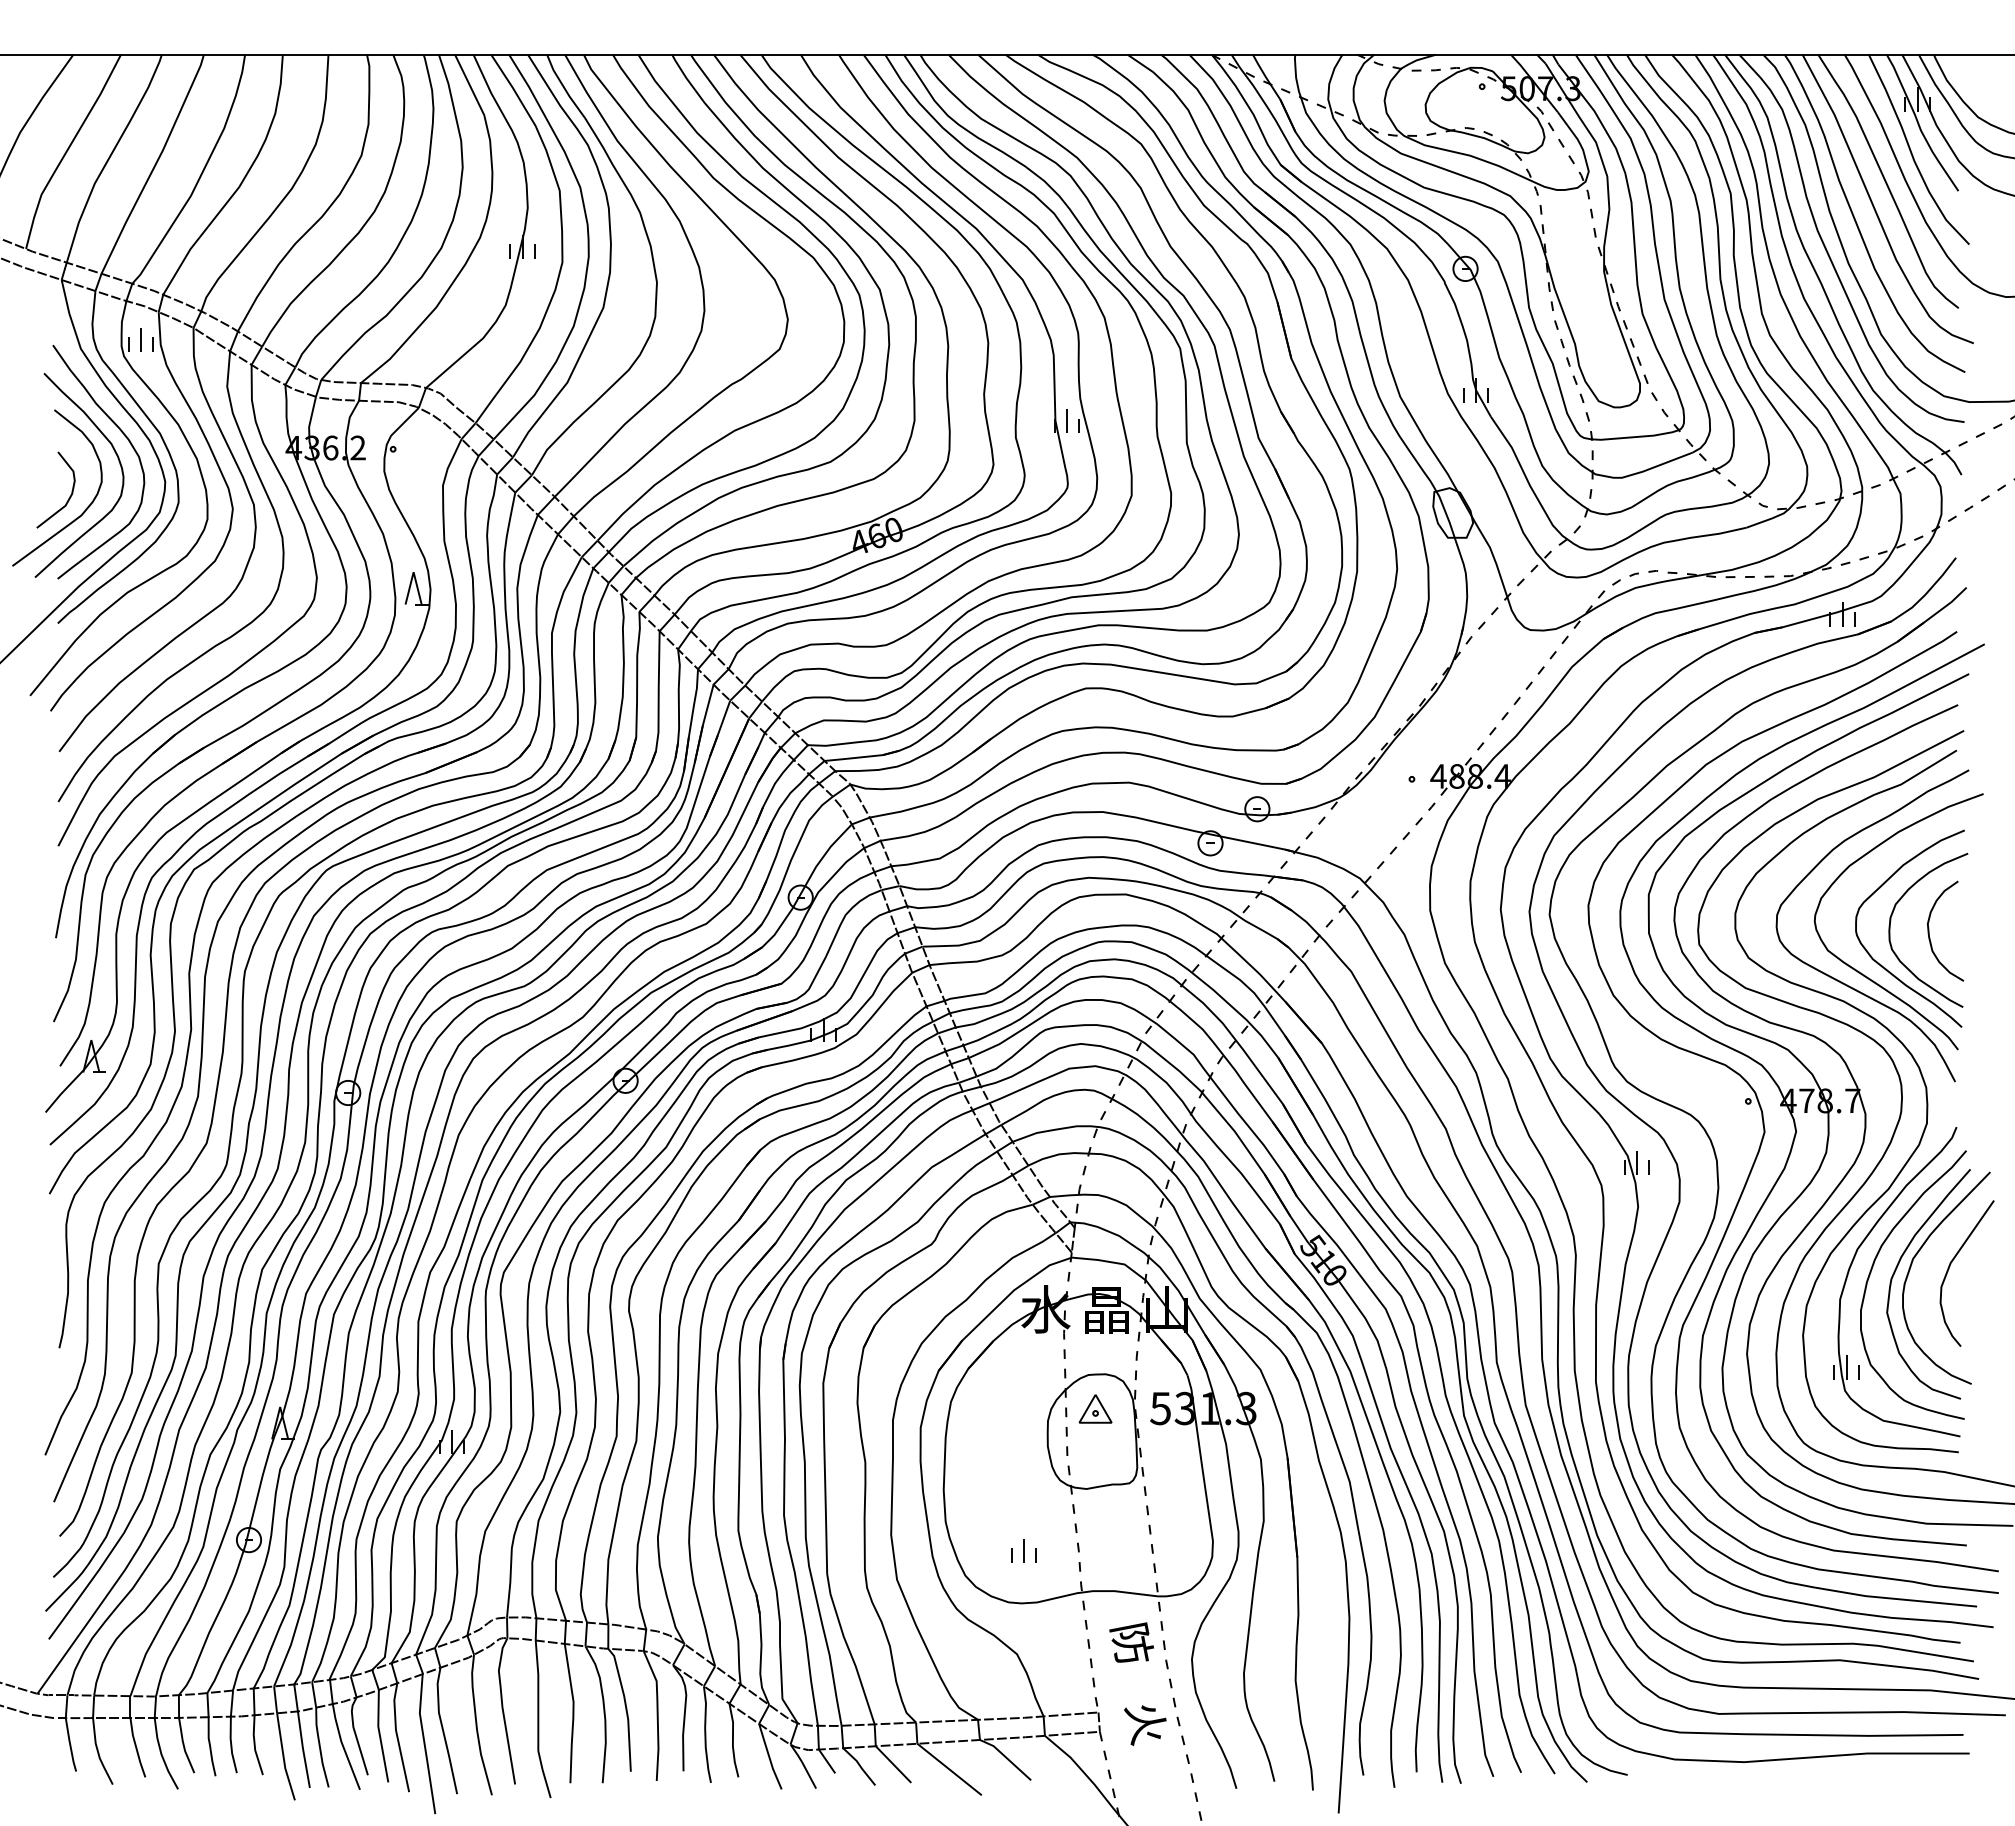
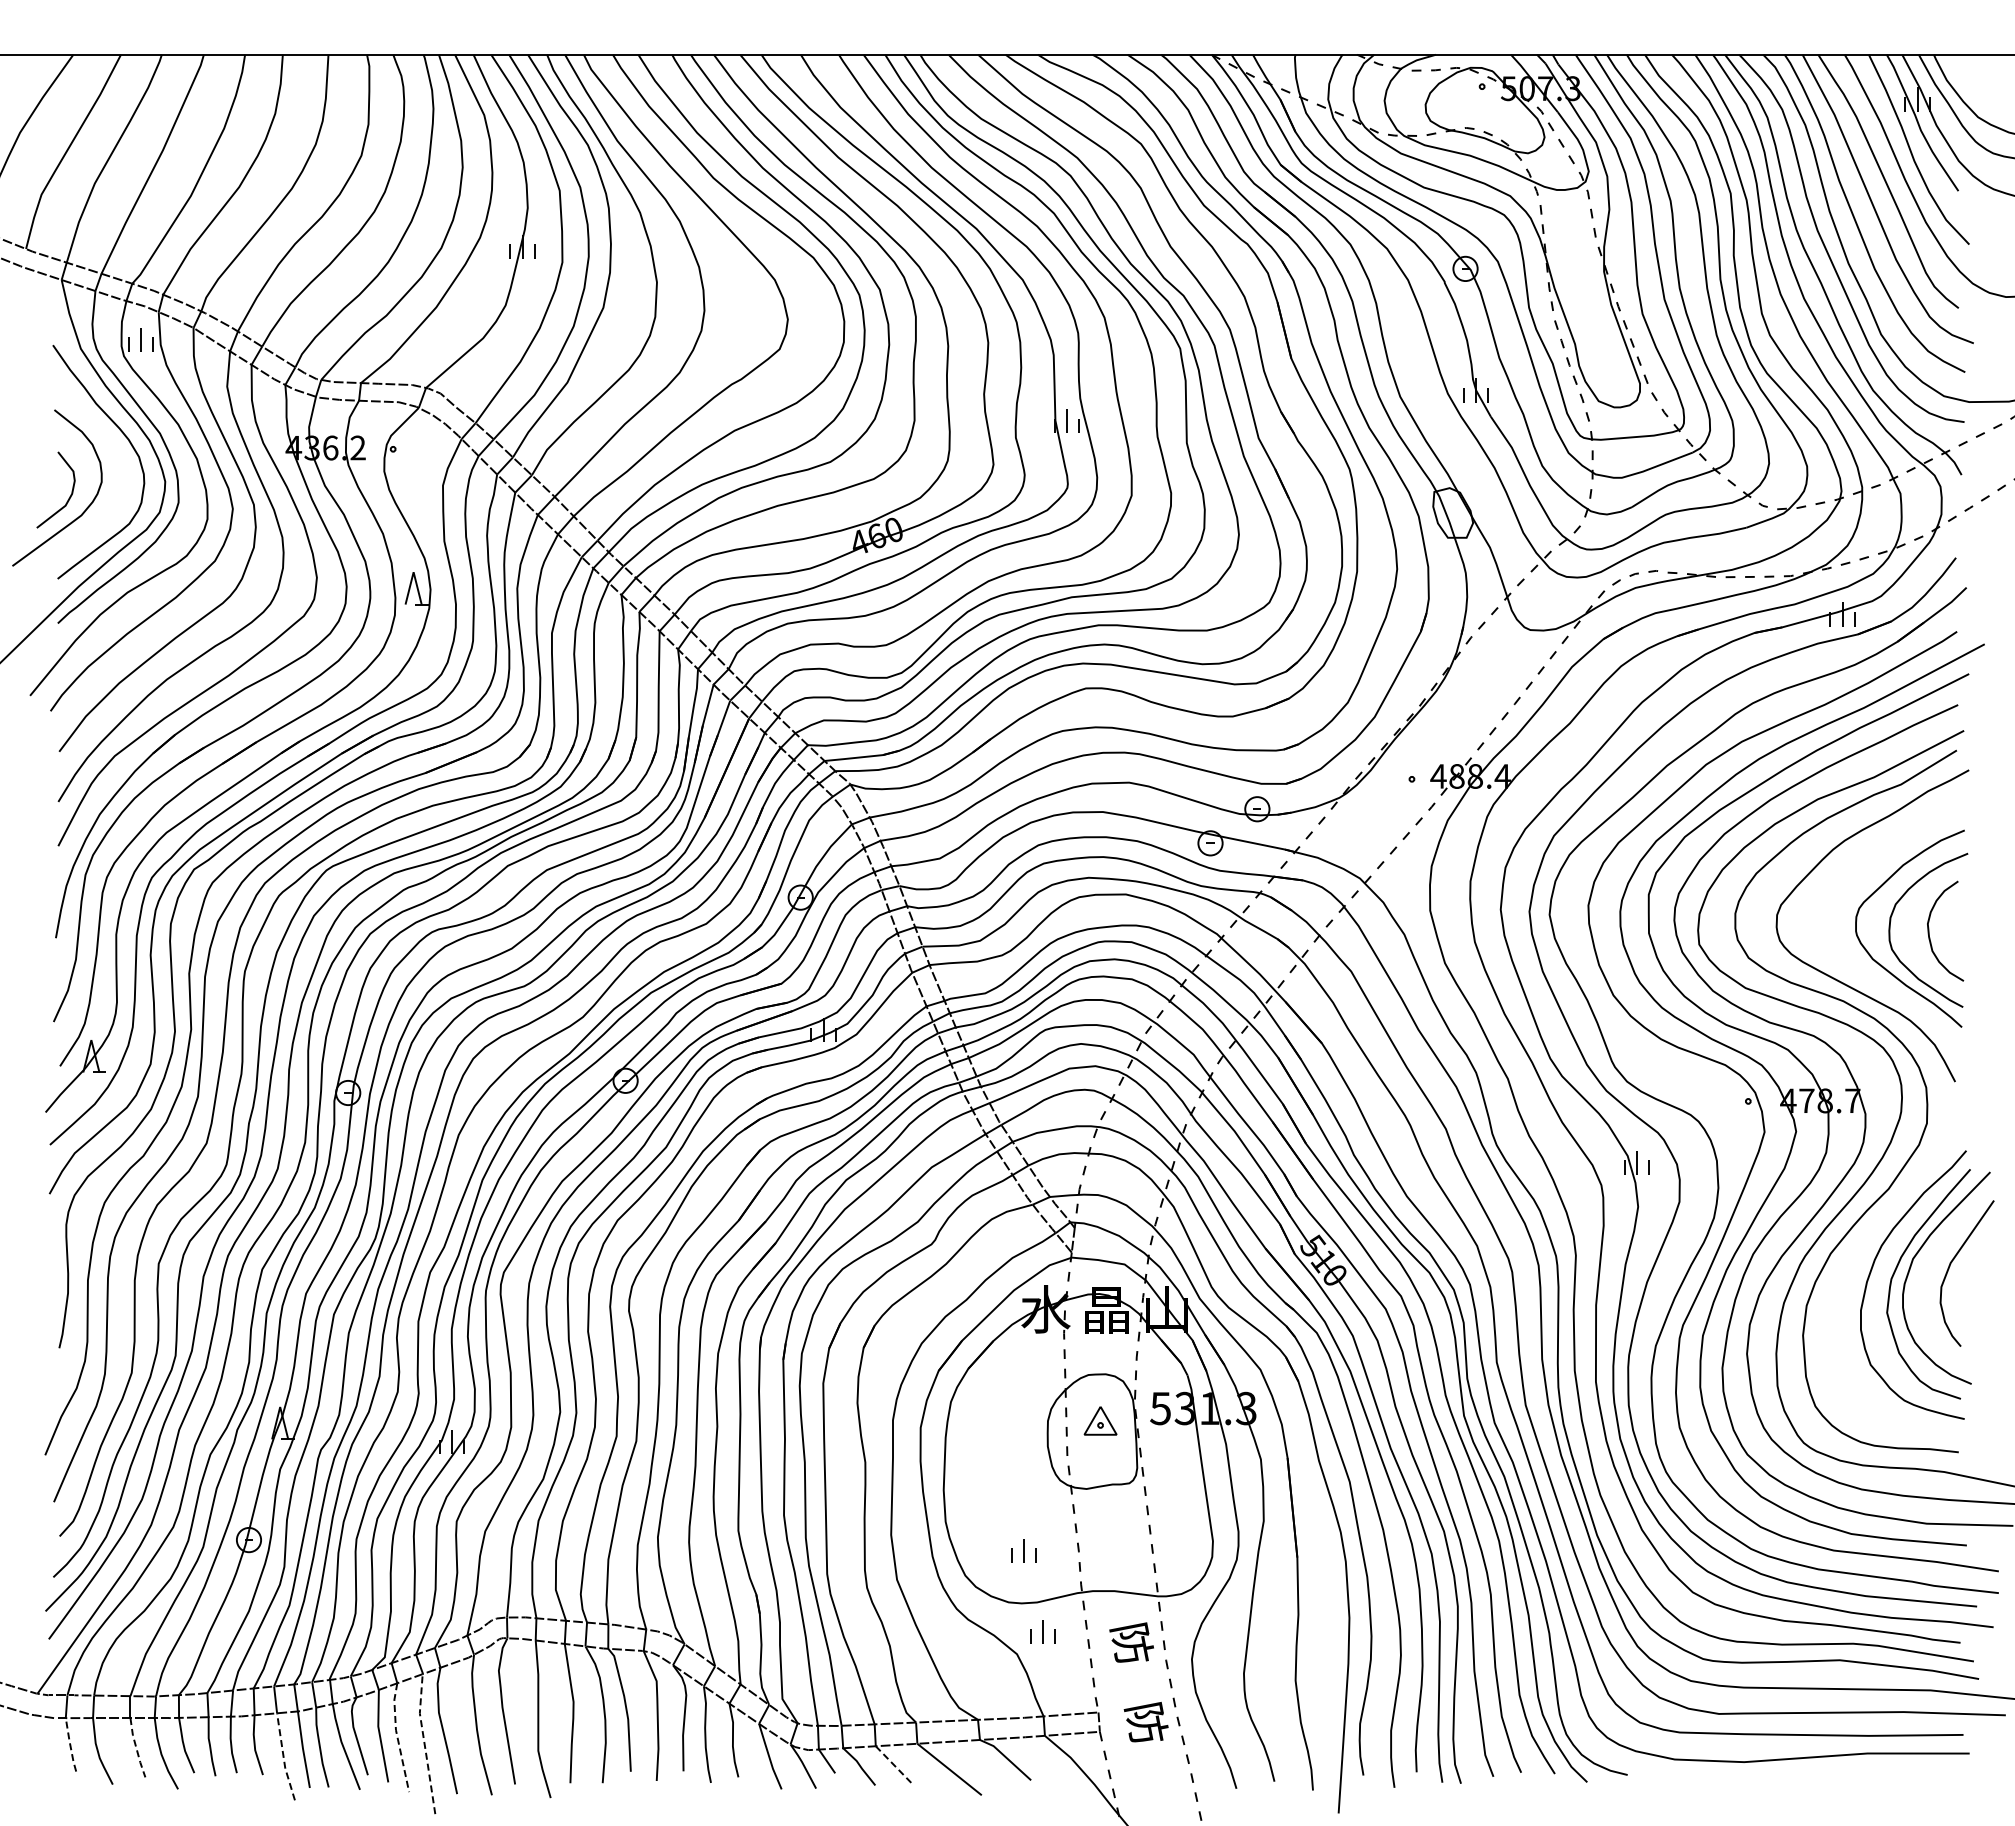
curve at (118, 461): present -> none
curve at (1864, 974): present -> none
part at (1852, 1264): present -> none
part at (1095, 1408) position: (1095, 1408) -> (1100, 1420)
part at (1042, 1631): none -> present
text at (1145, 1723): 火 -> 防
line at (397, 1736): solid -> dashed
line at (424, 1743): solid -> dashed
line at (70, 1744): solid -> dashed
line at (136, 1748): solid -> dashed
line at (283, 1757): solid -> dashed
line at (893, 1764): solid -> dashed
